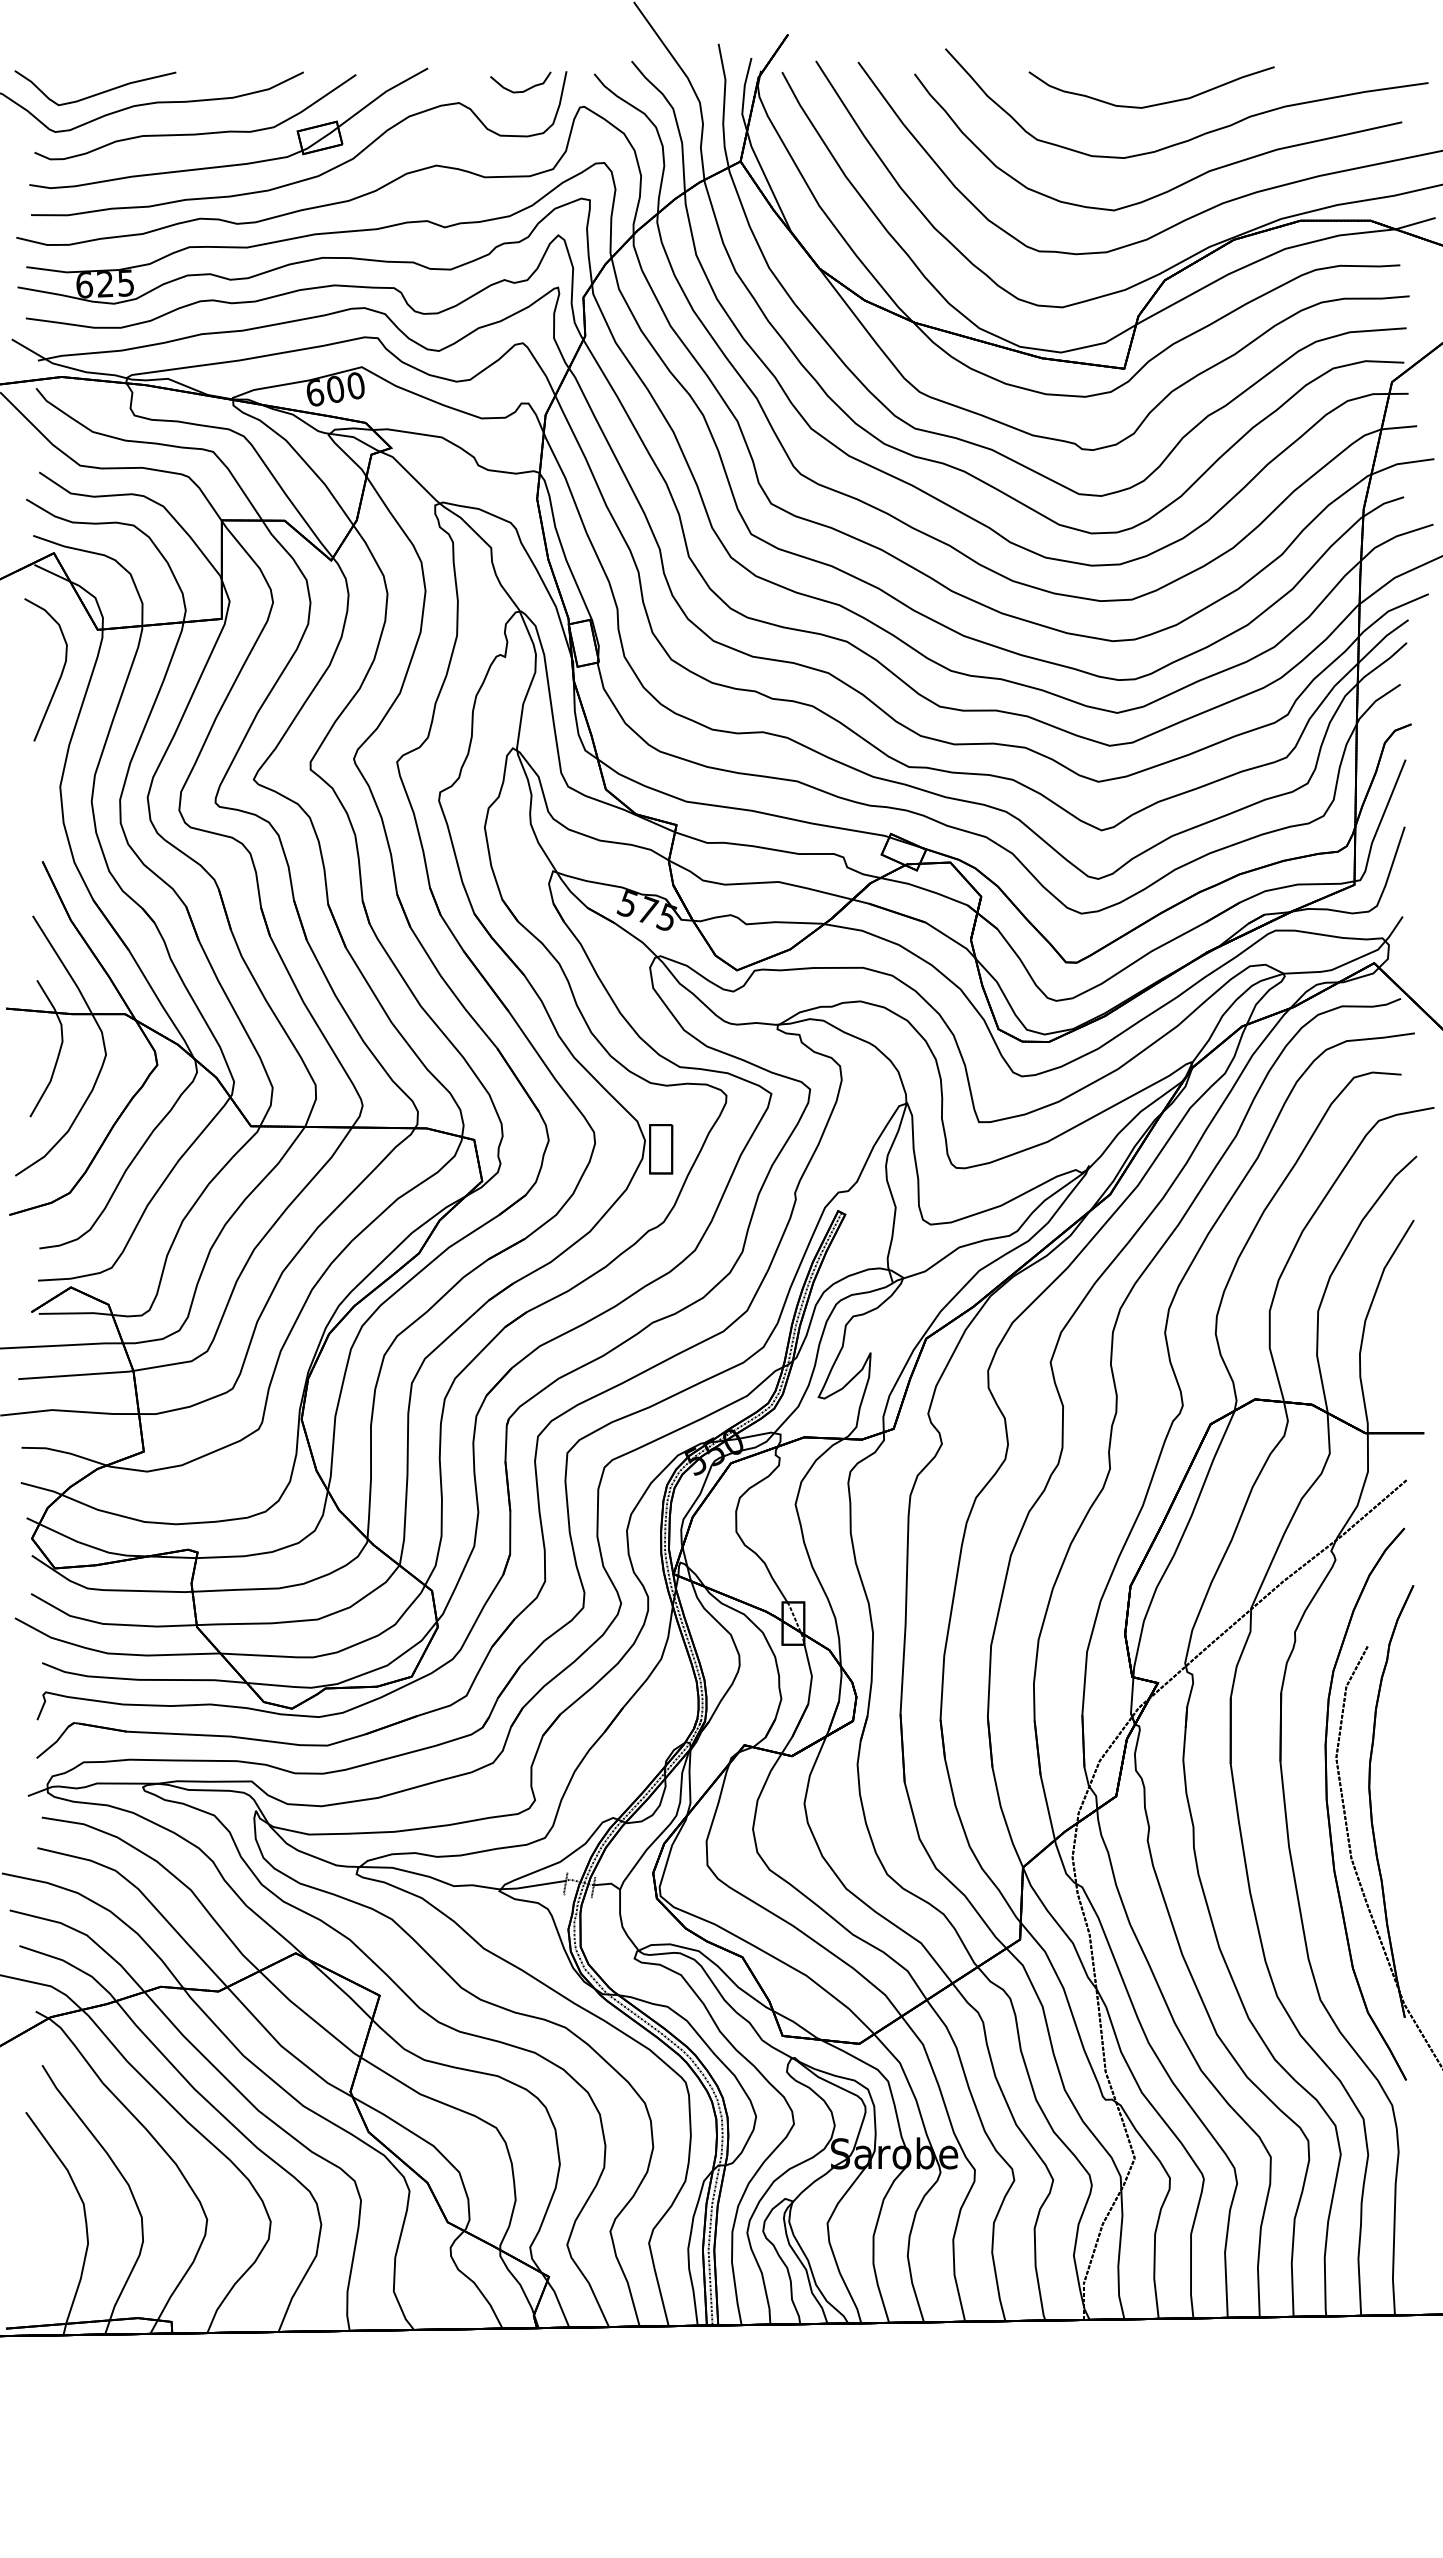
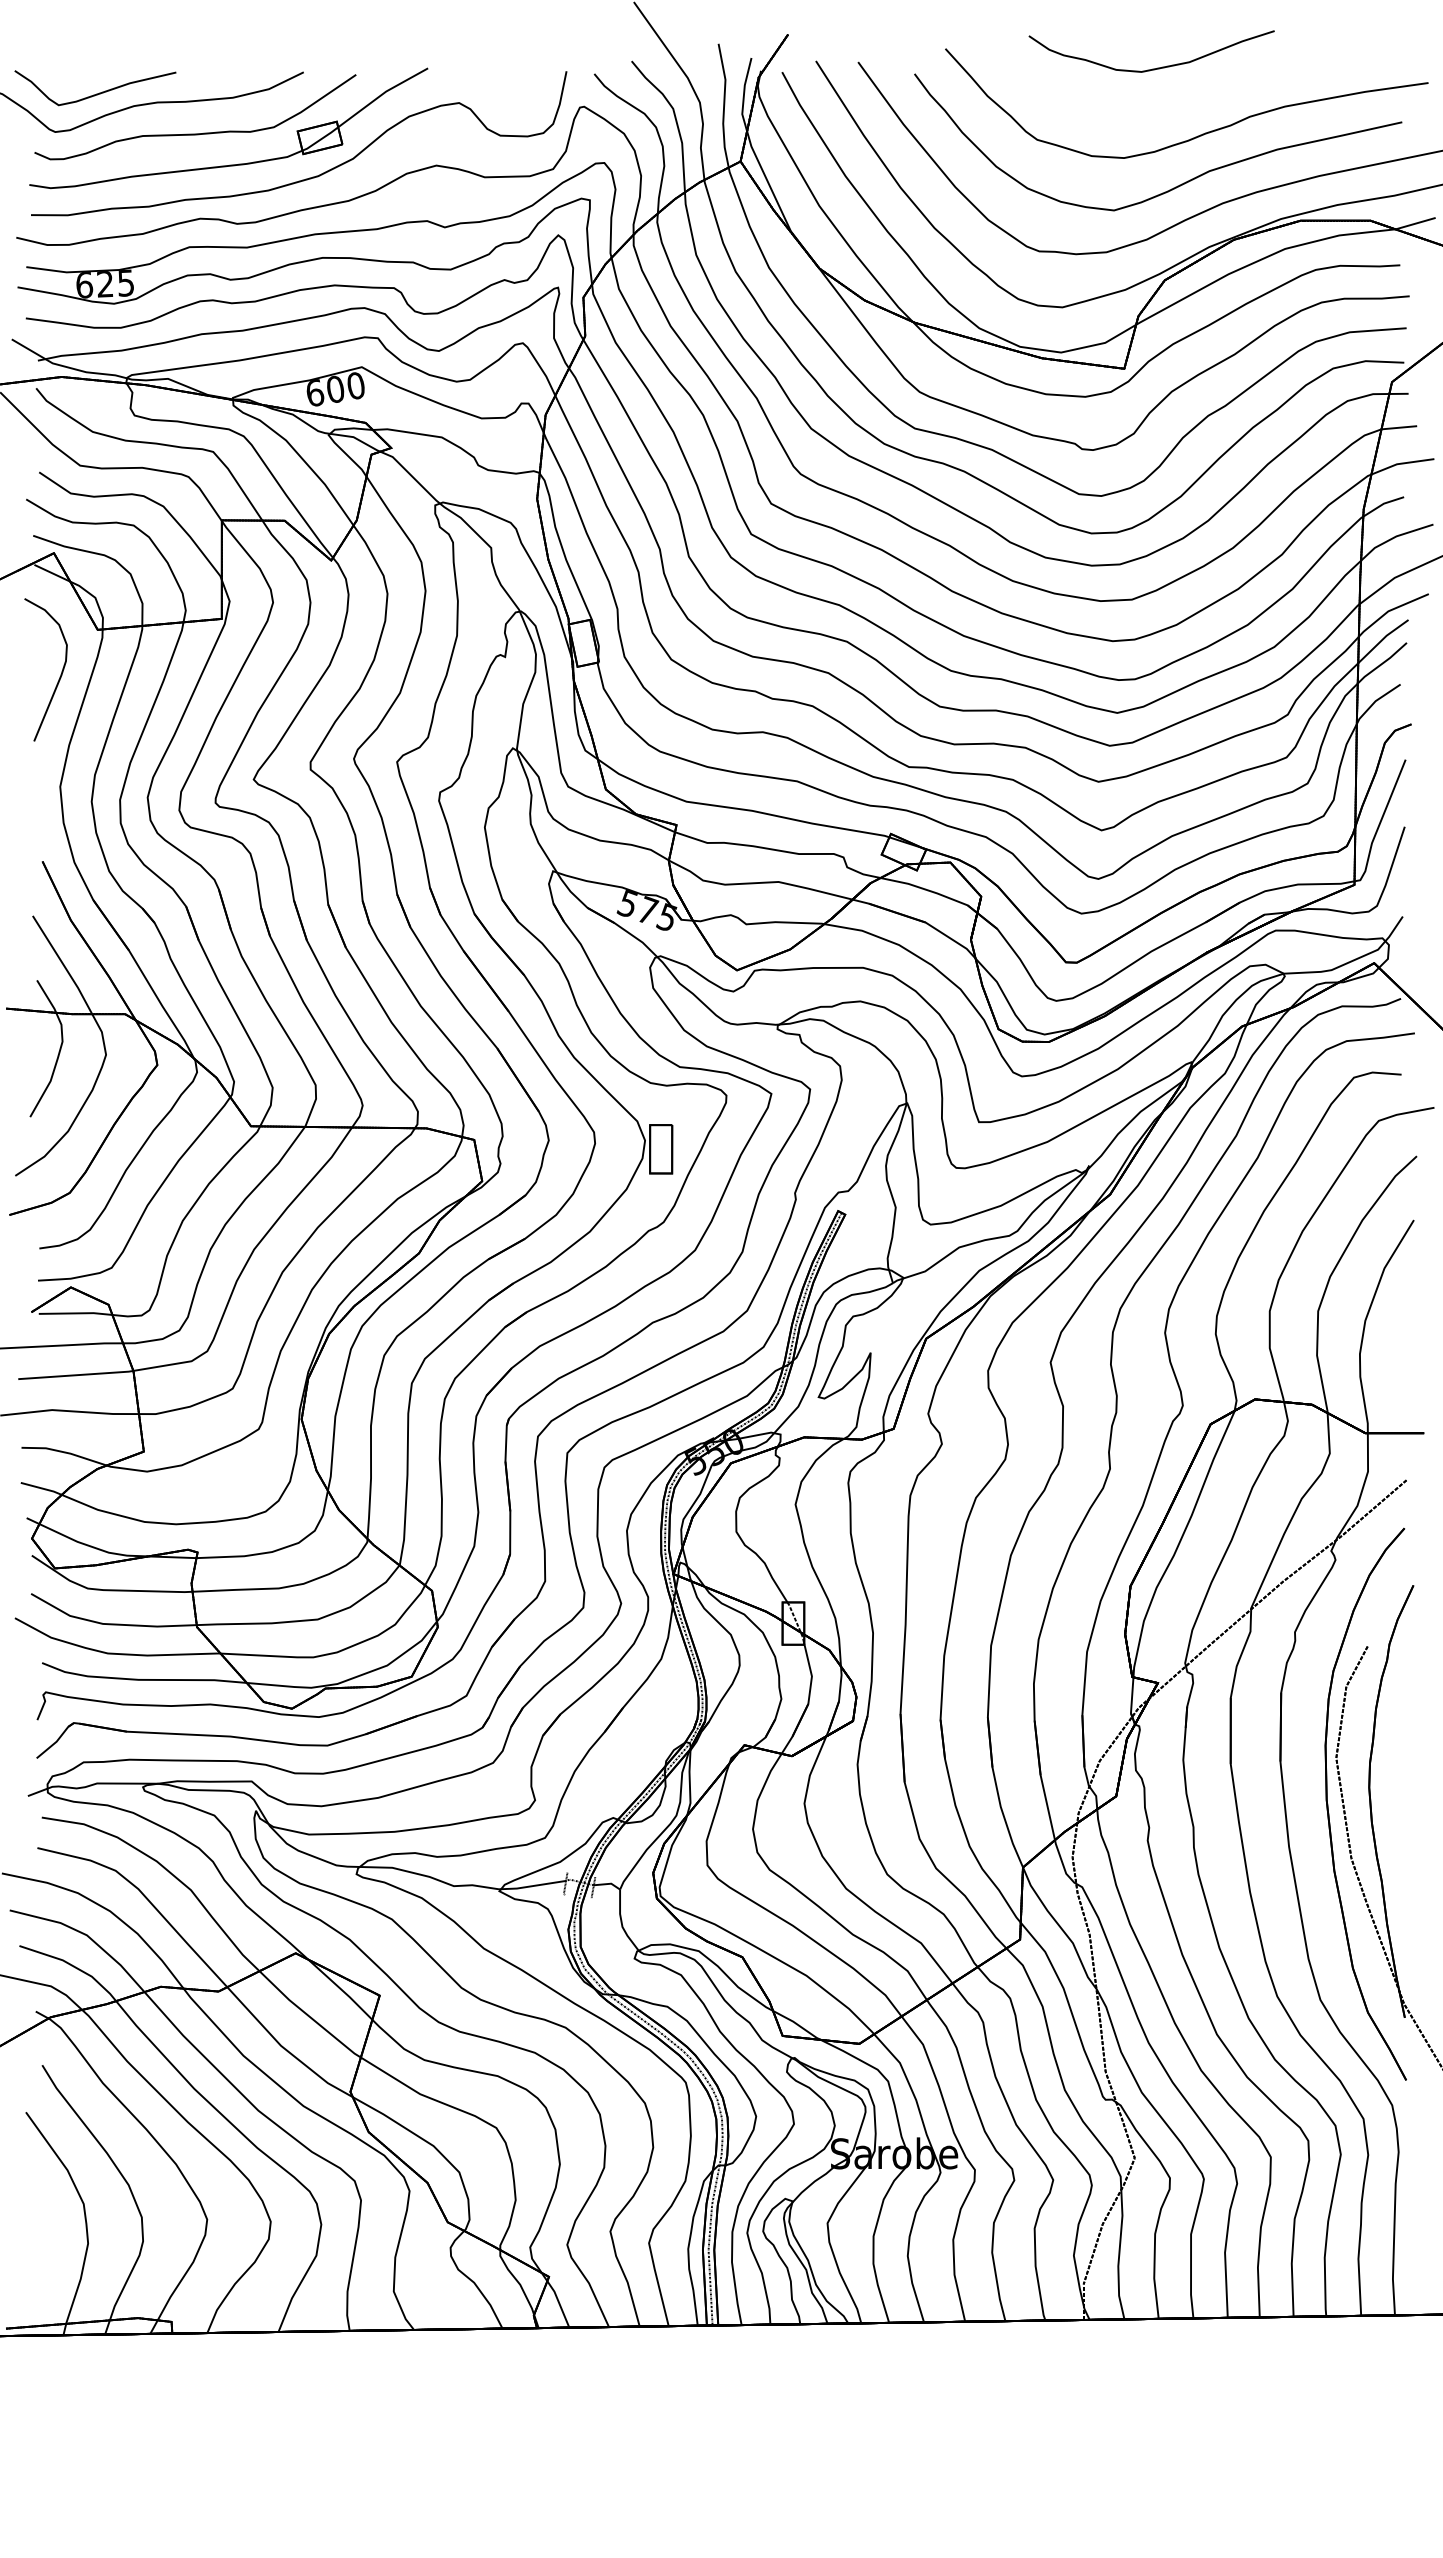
curve at (523, 90): present -> none
part at (1152, 104) position: (1152, 104) -> (1152, 68)
